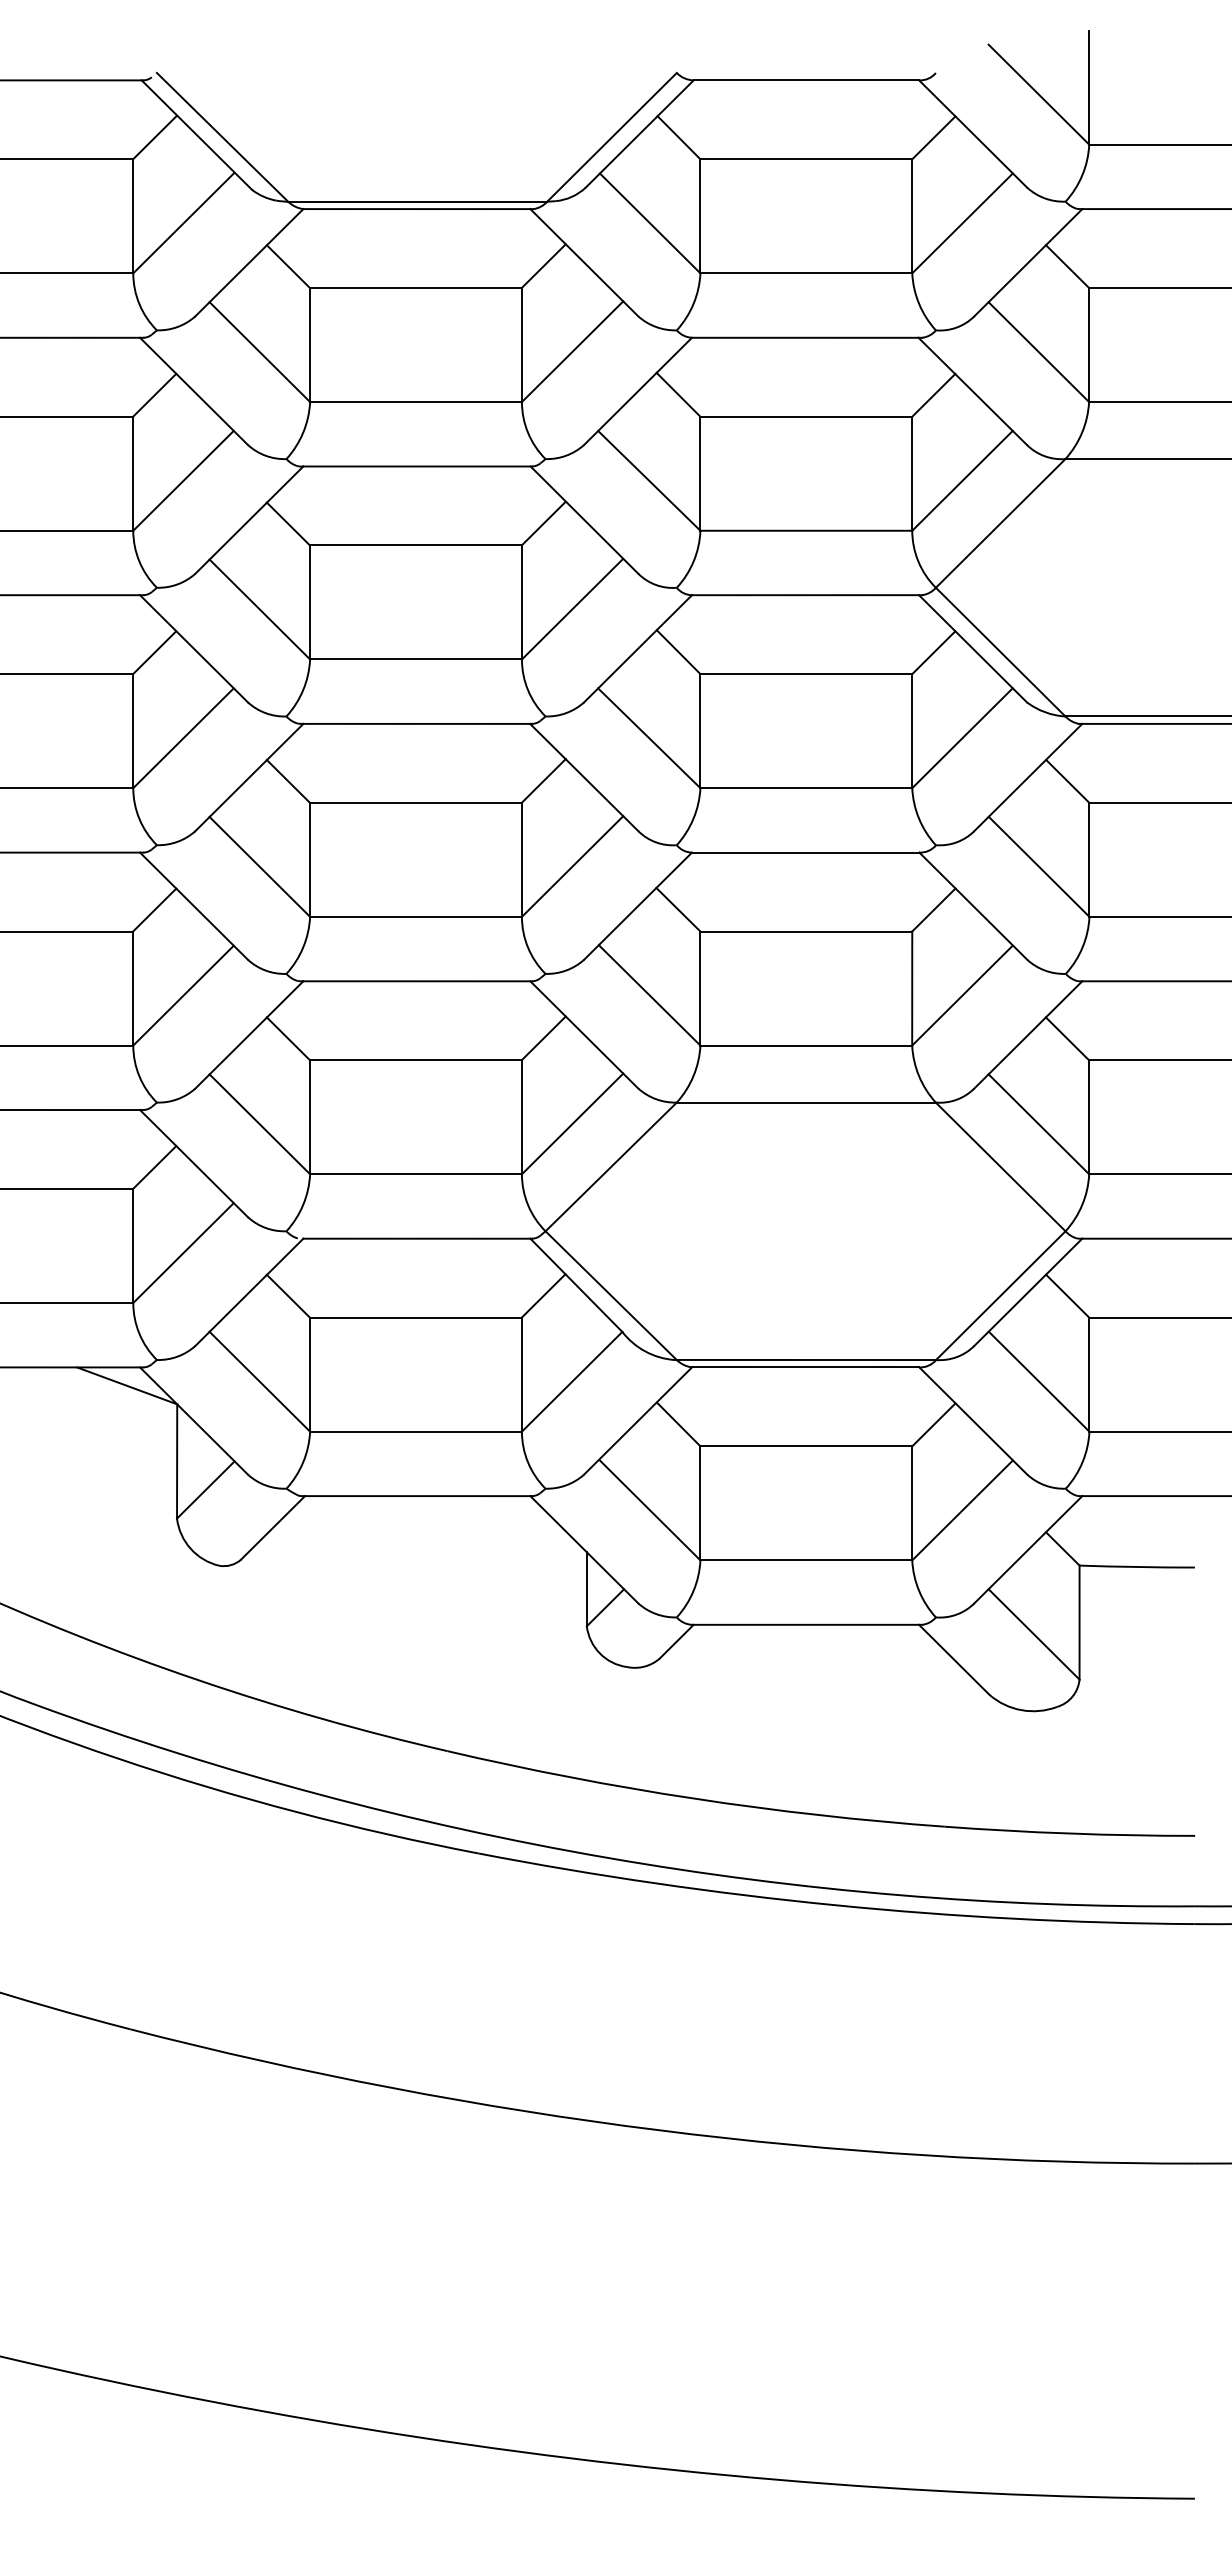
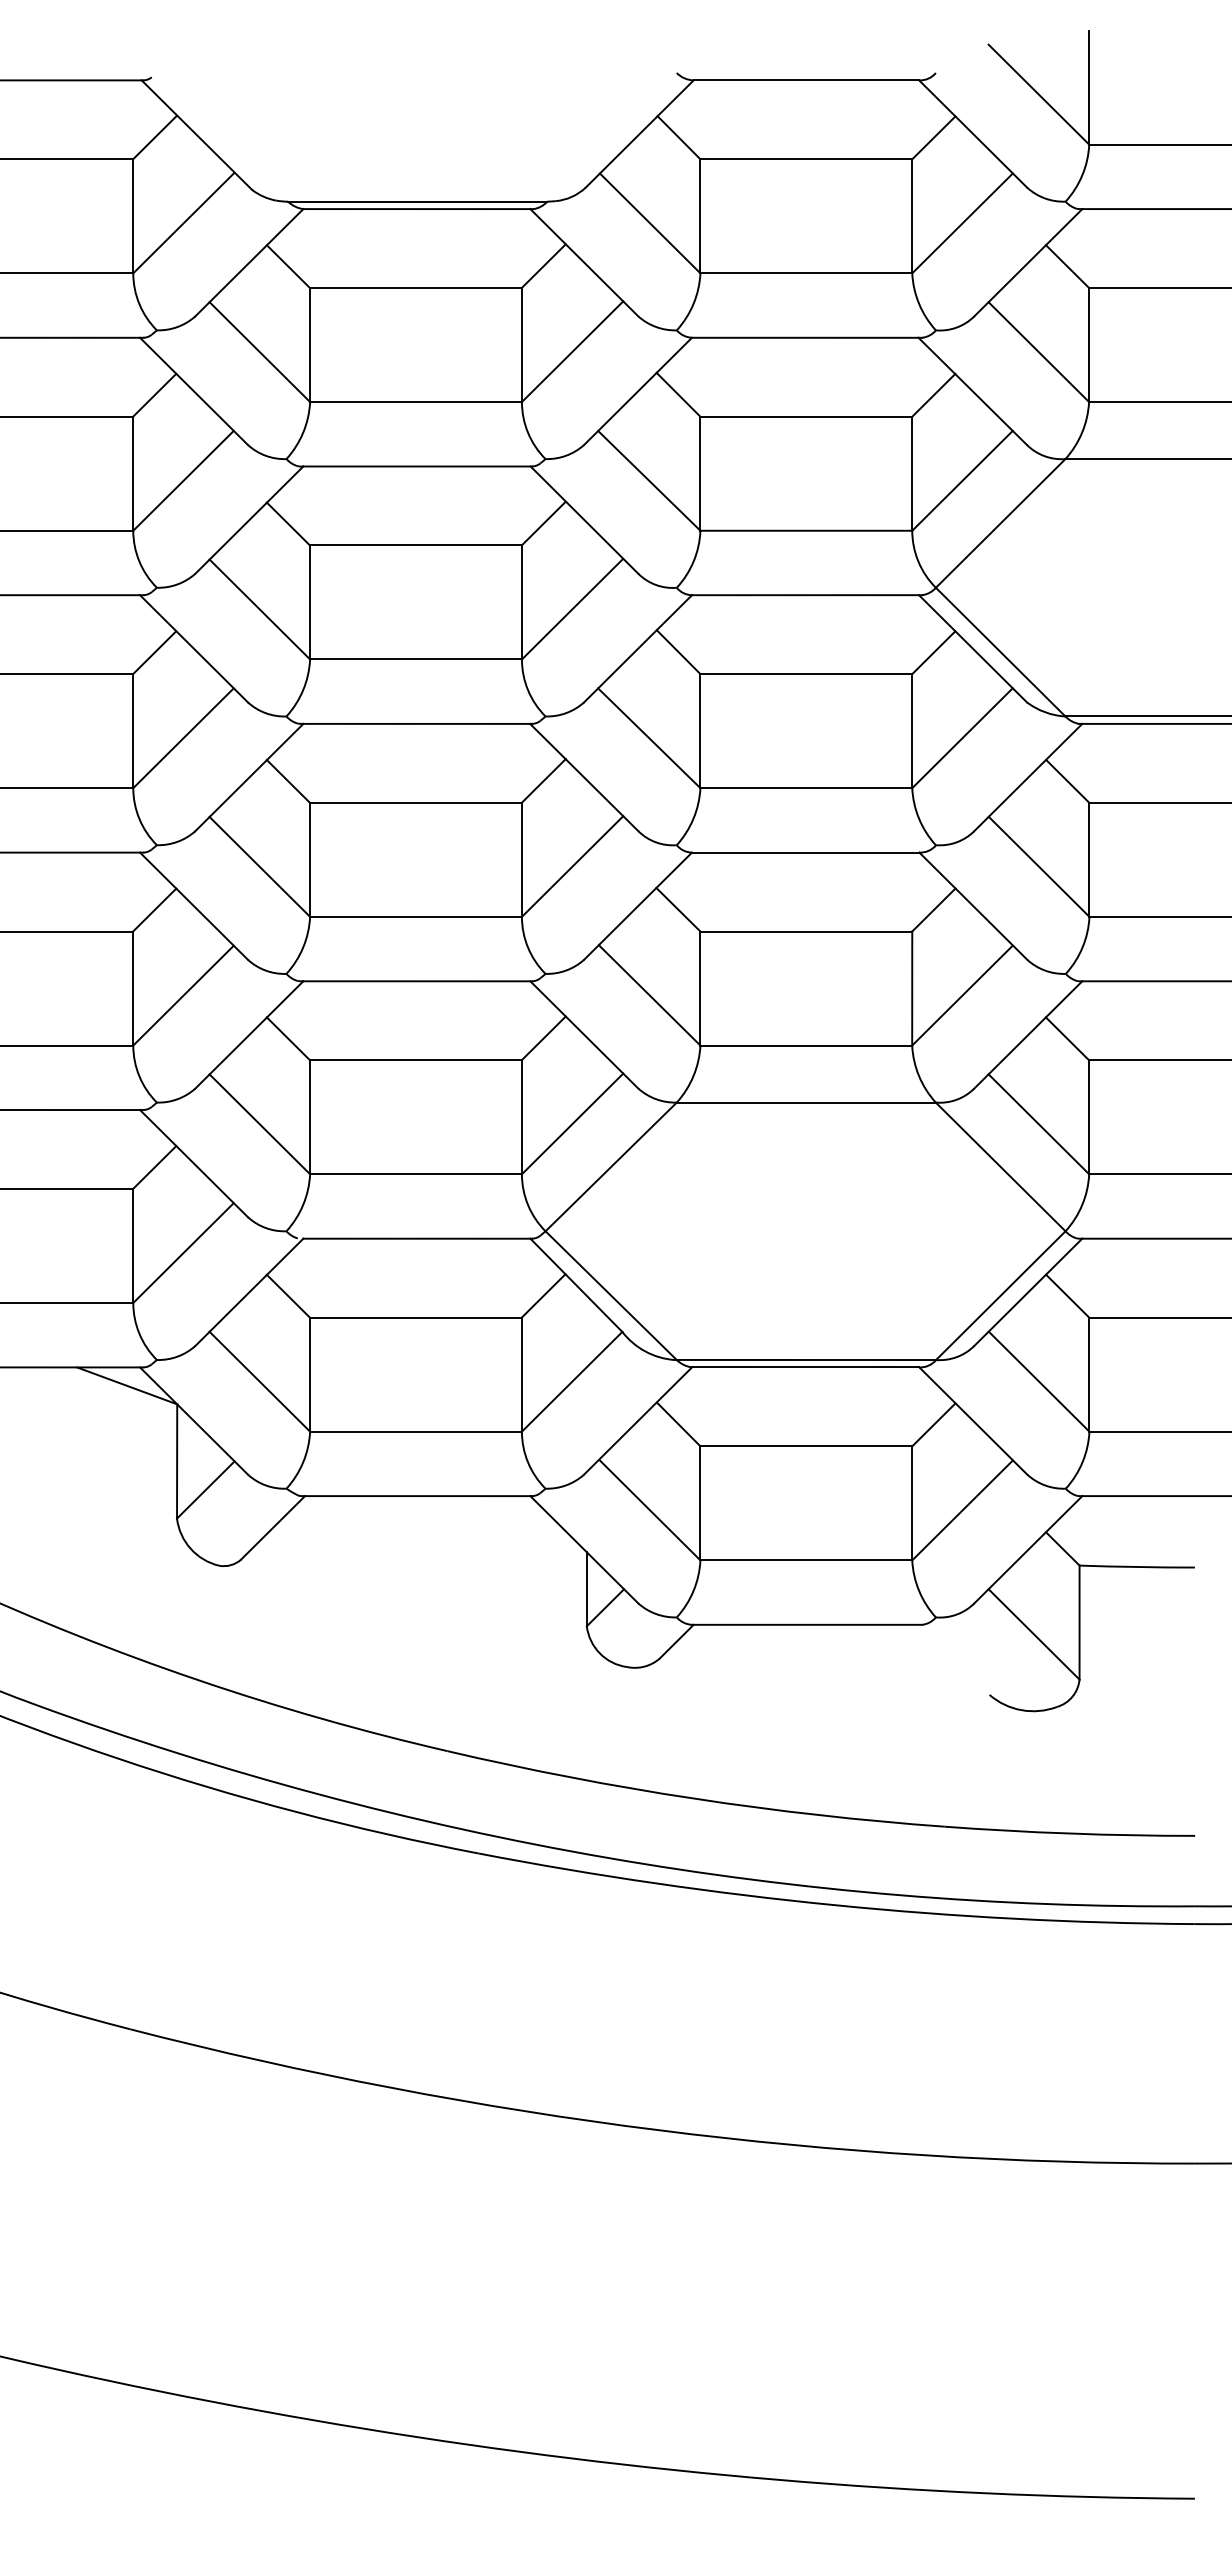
line at (222, 136): present -> none
line at (611, 136): present -> none
line at (954, 1659): present -> none
